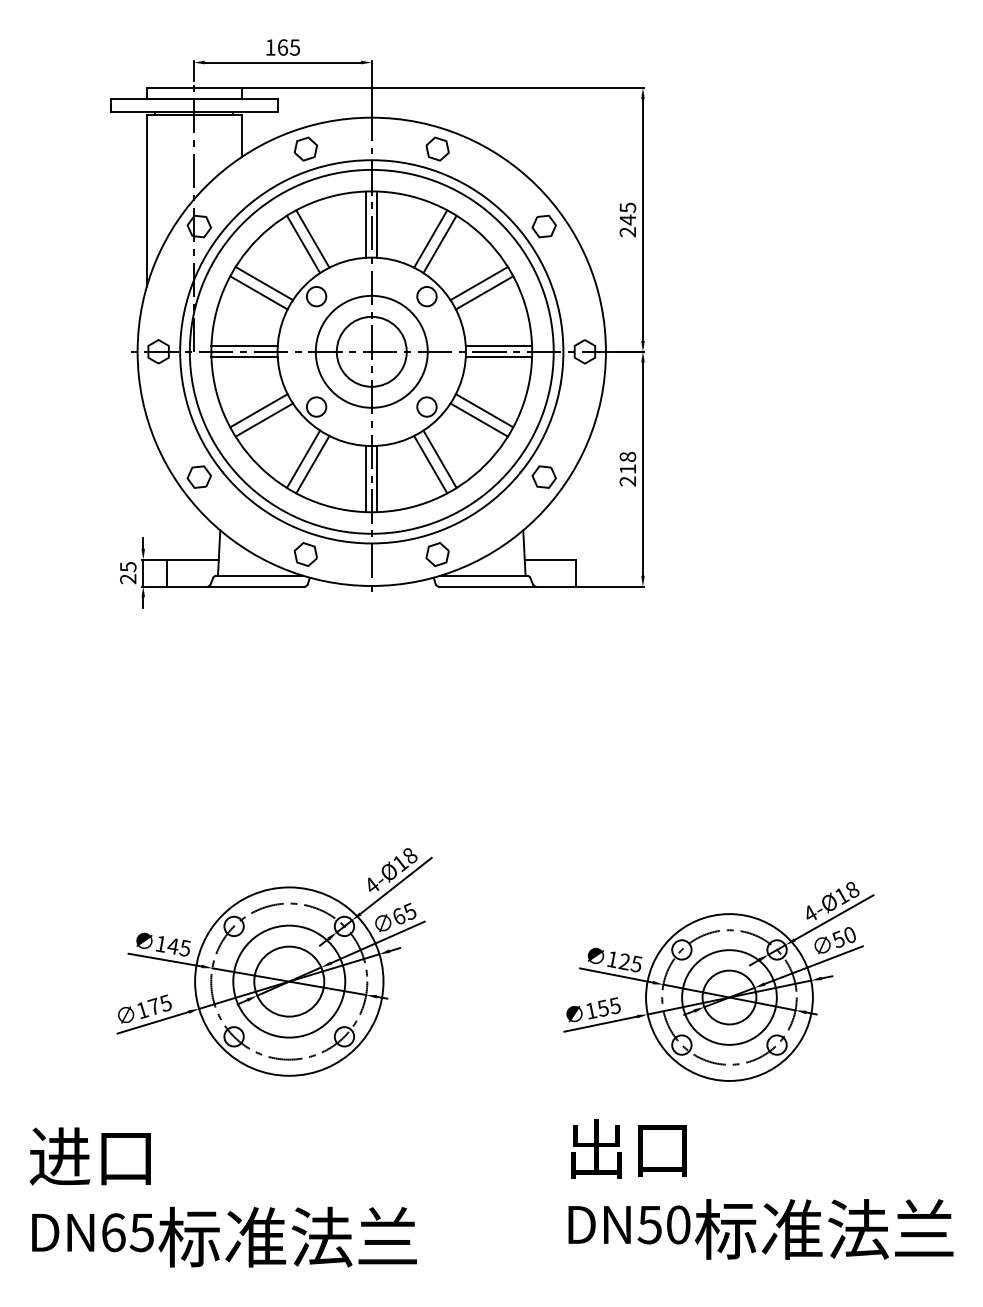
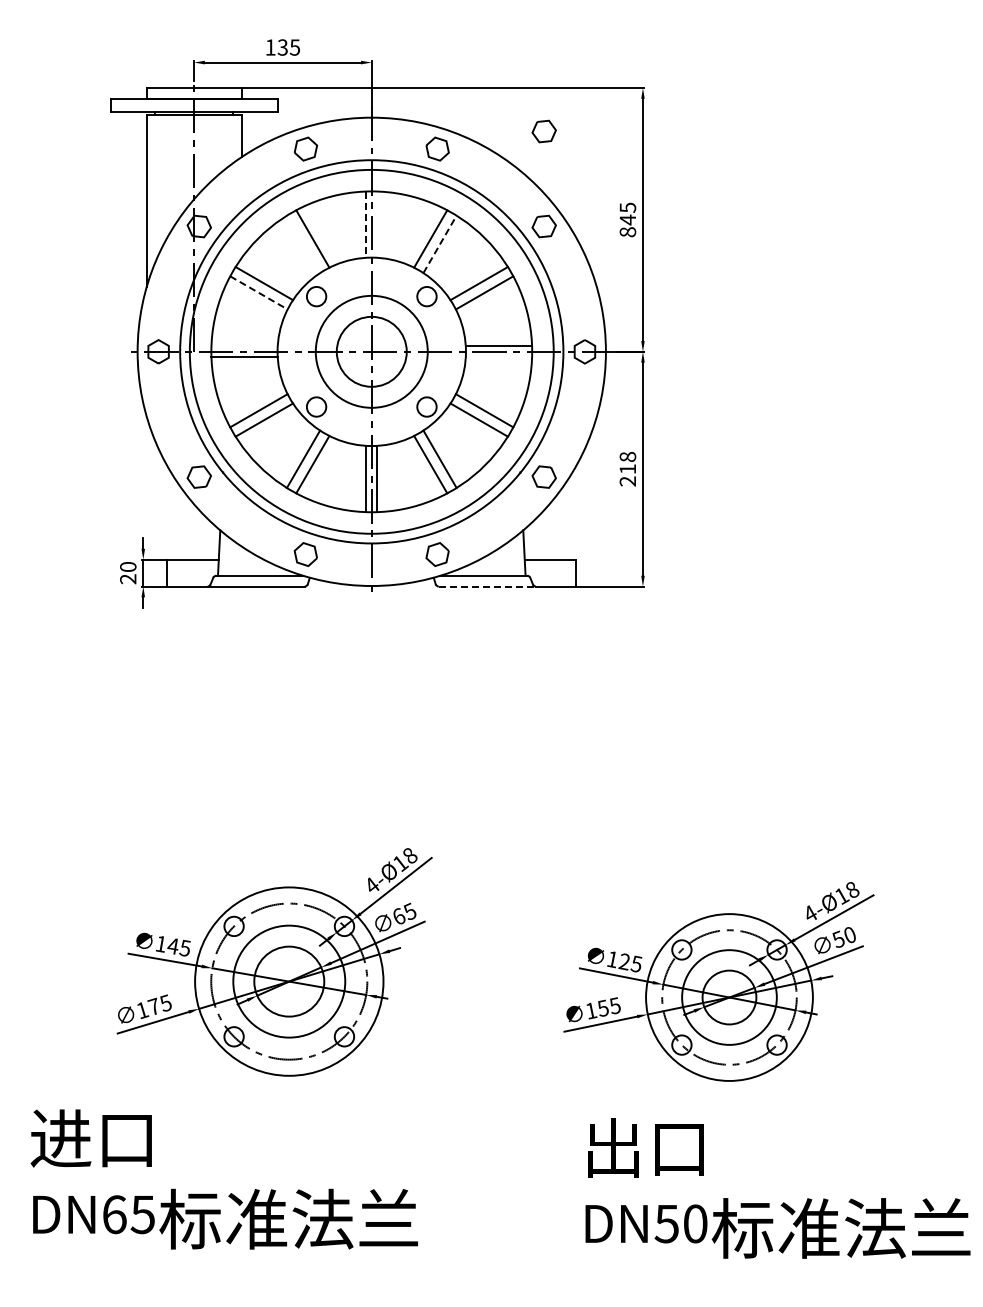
text at (282, 47): 165 -> 135
part at (543, 131): none -> present
line at (377, 224): present -> none
line at (366, 225): solid -> dashed
text at (627, 232): 245 -> 845
line at (440, 243): solid -> dashed
line at (303, 244): present -> none
line at (259, 293): solid -> dashed
line at (244, 346): present -> none
line at (498, 357): present -> none
text at (128, 567): 25 -> 20
line at (487, 586): solid -> dashed
text at (760, 1189) position: (760, 1189) -> (777, 1188)
text at (222, 1197) position: (222, 1197) -> (223, 1179)
